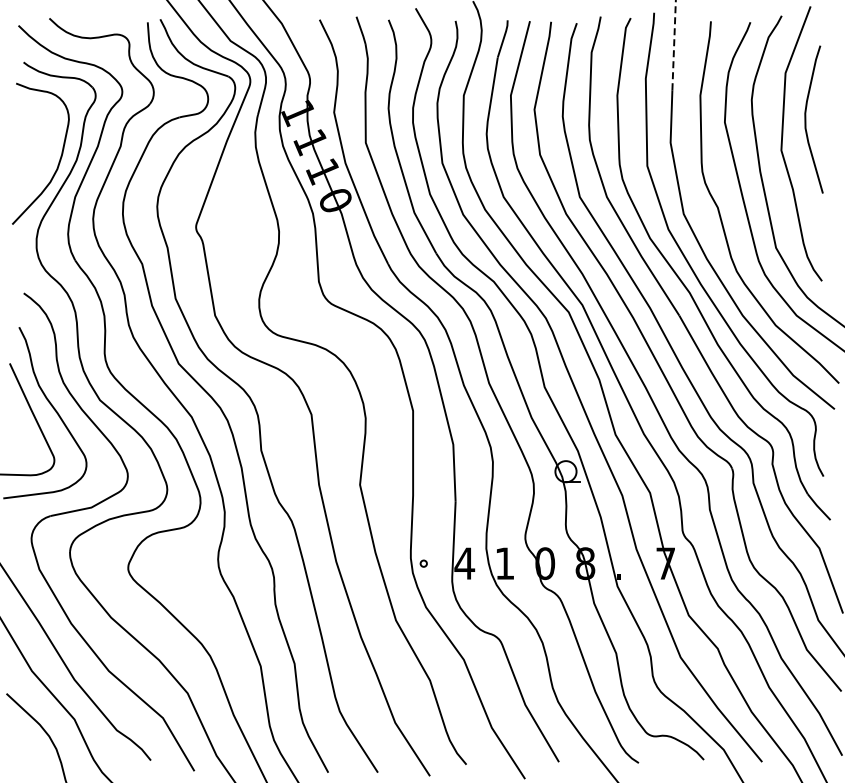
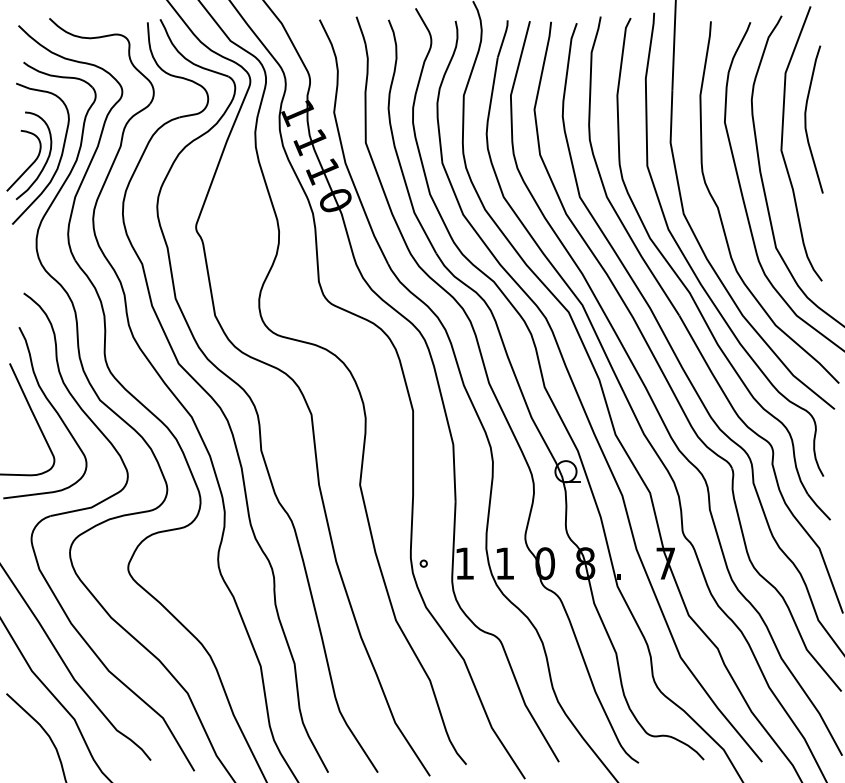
line at (674, 45): dashed -> solid
part at (35, 158): none -> present
text at (464, 563): 4 -> 1
